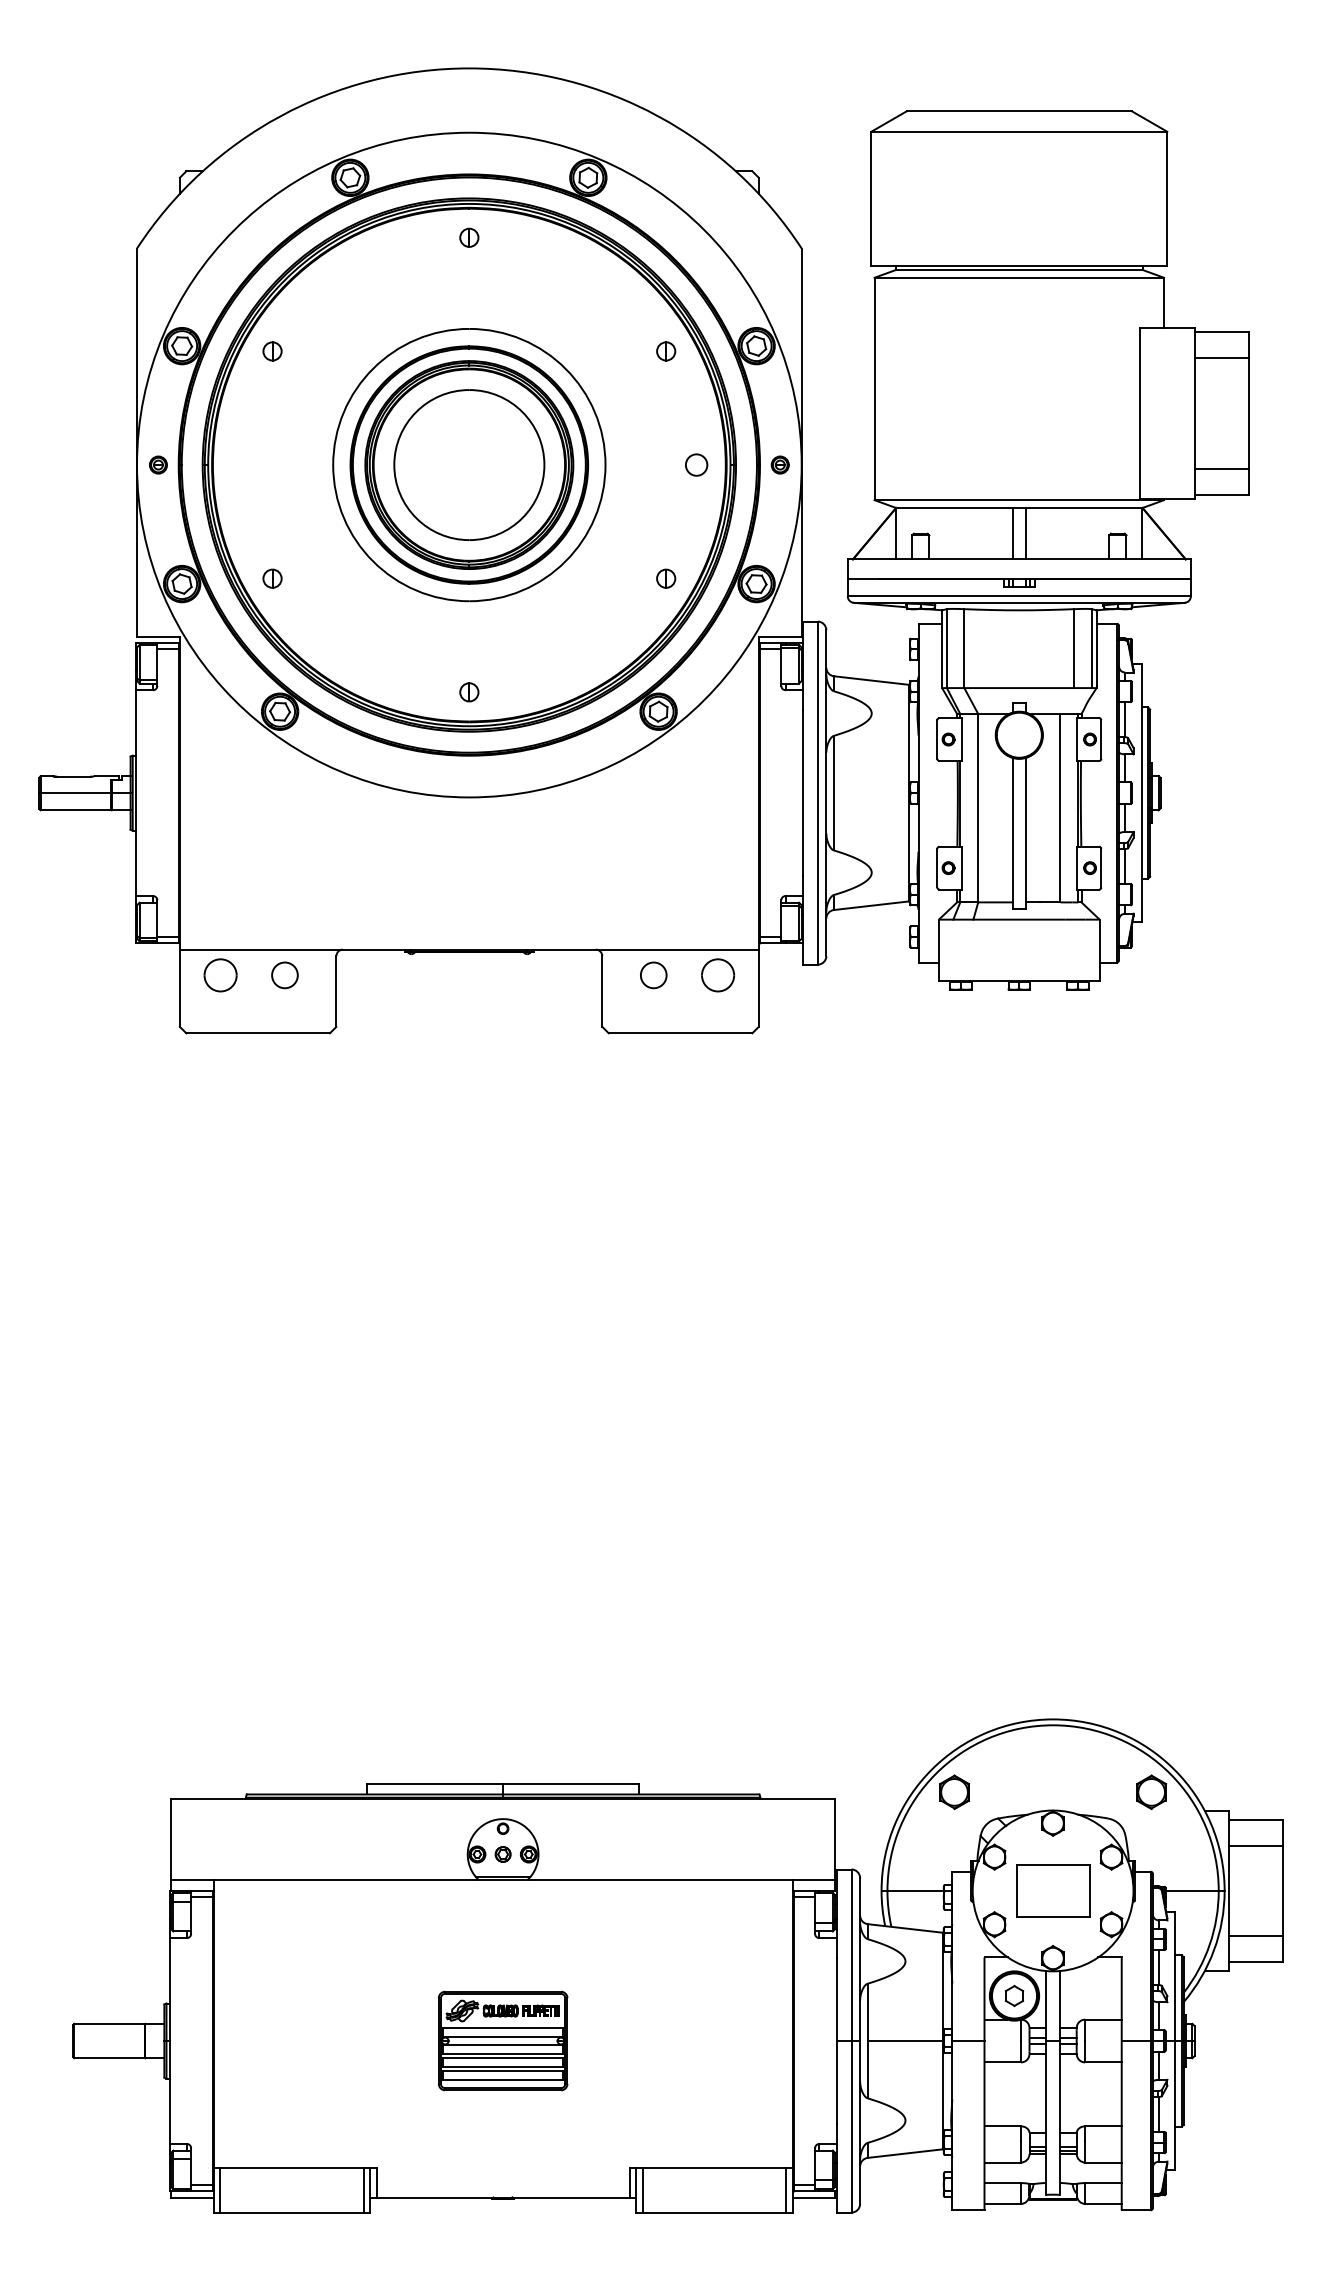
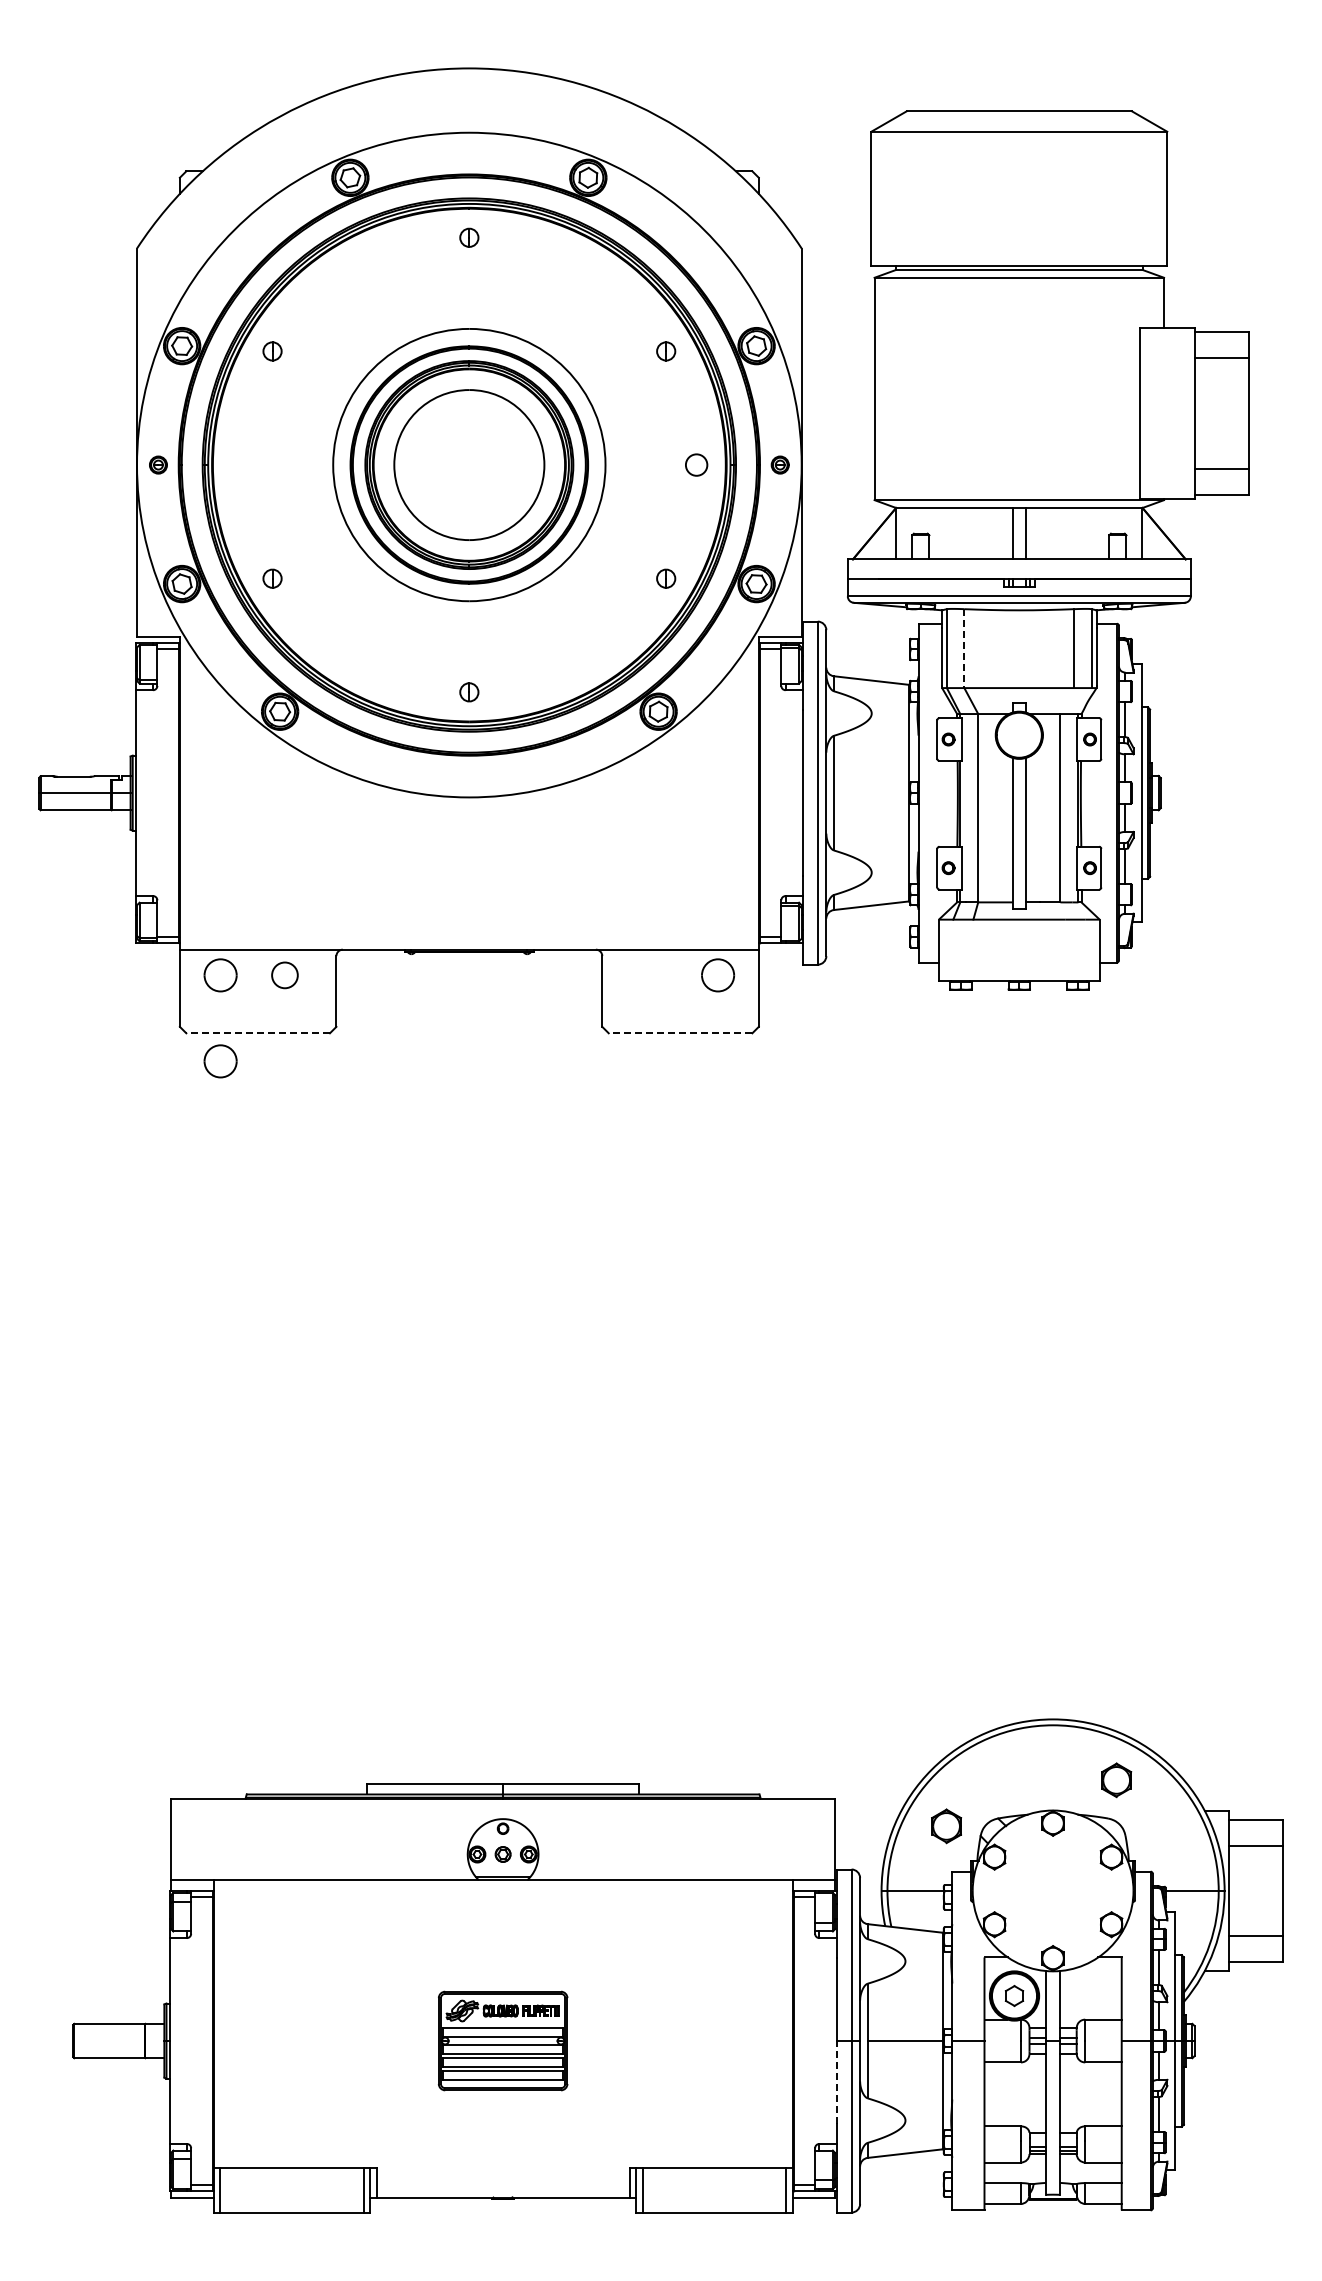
line at (964, 649): solid -> dashed
circle at (653, 975): present -> none
line at (258, 1033): solid -> dashed
line at (680, 1033): solid -> dashed
part at (220, 1061): none -> present
part at (954, 1792) position: (954, 1792) -> (946, 1826)
part at (1151, 1792) position: (1151, 1792) -> (1116, 1780)
part at (1053, 1890): present -> none
line at (836, 2082): solid -> dashed
